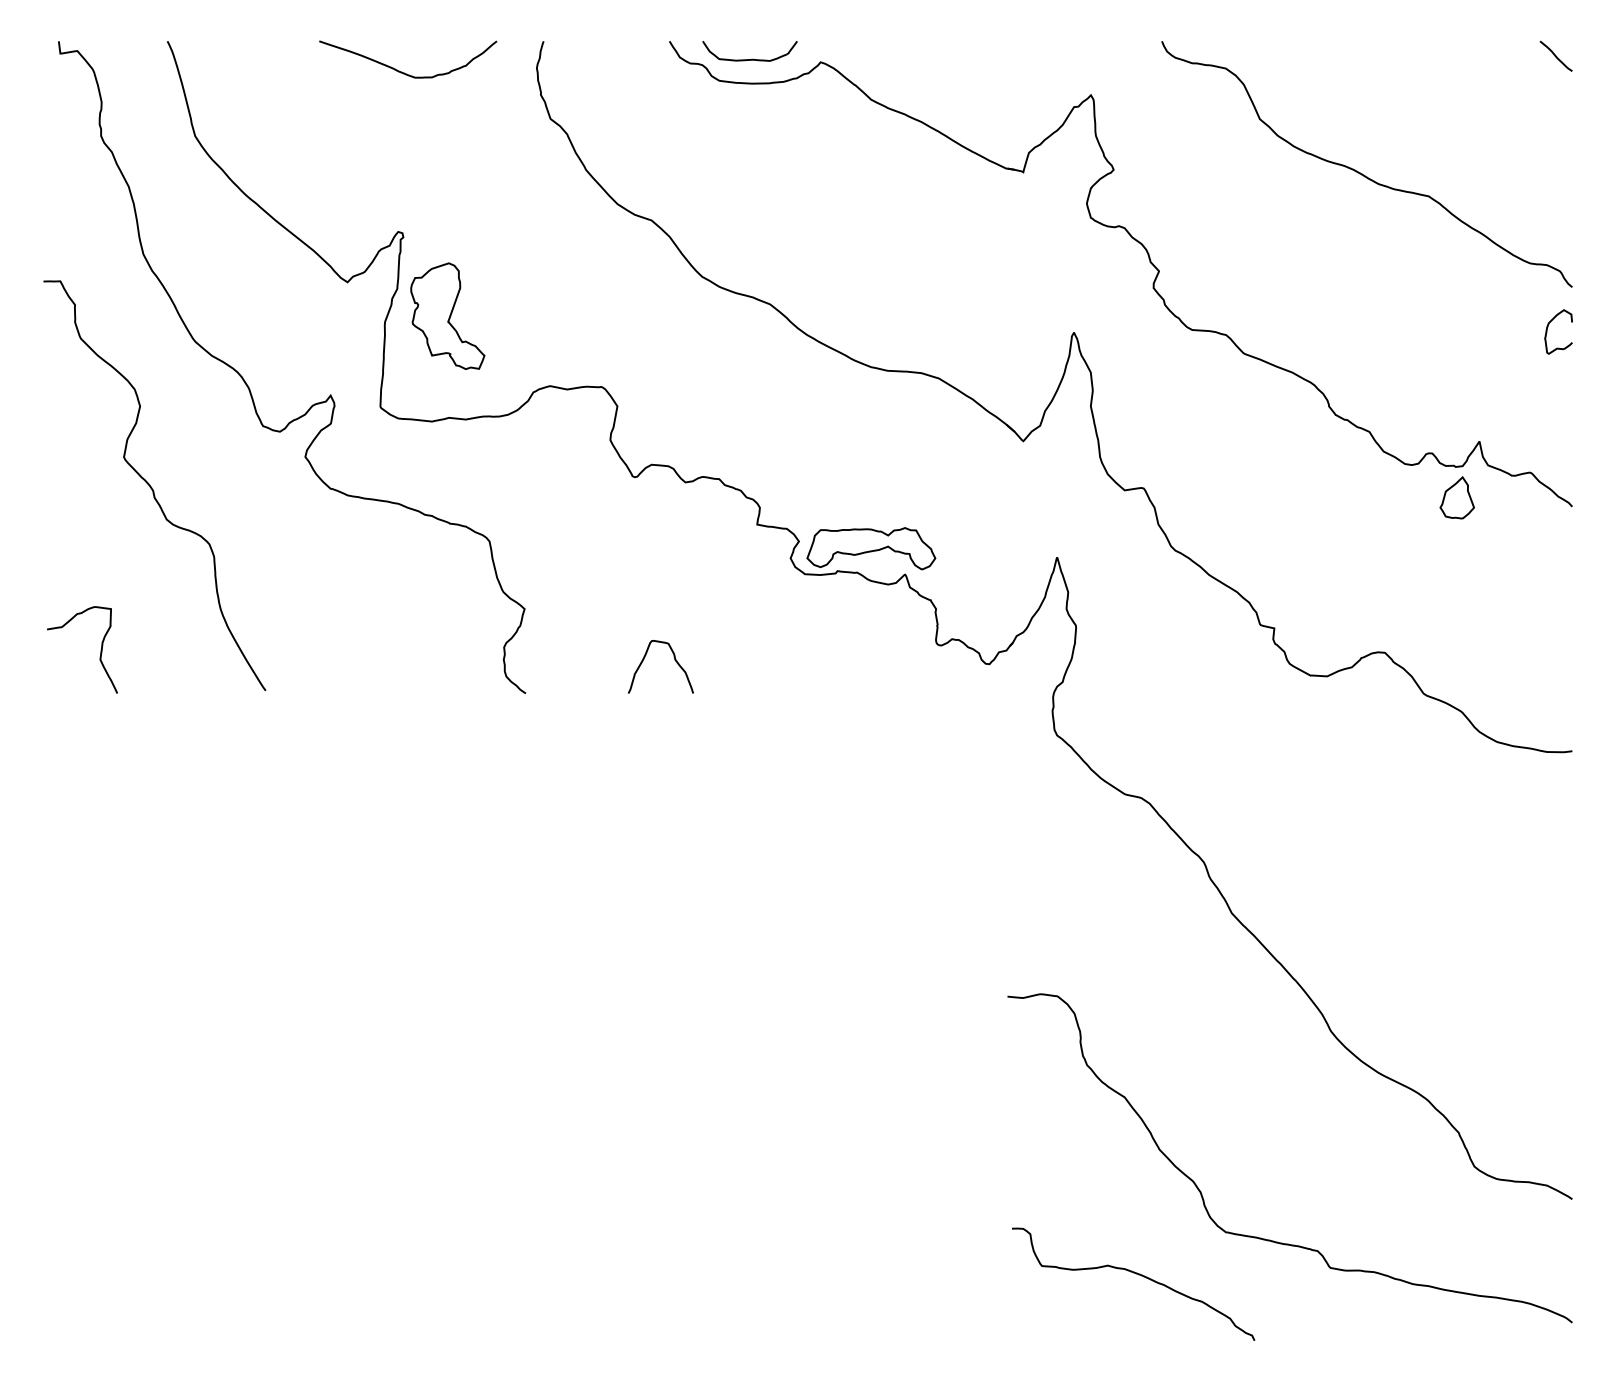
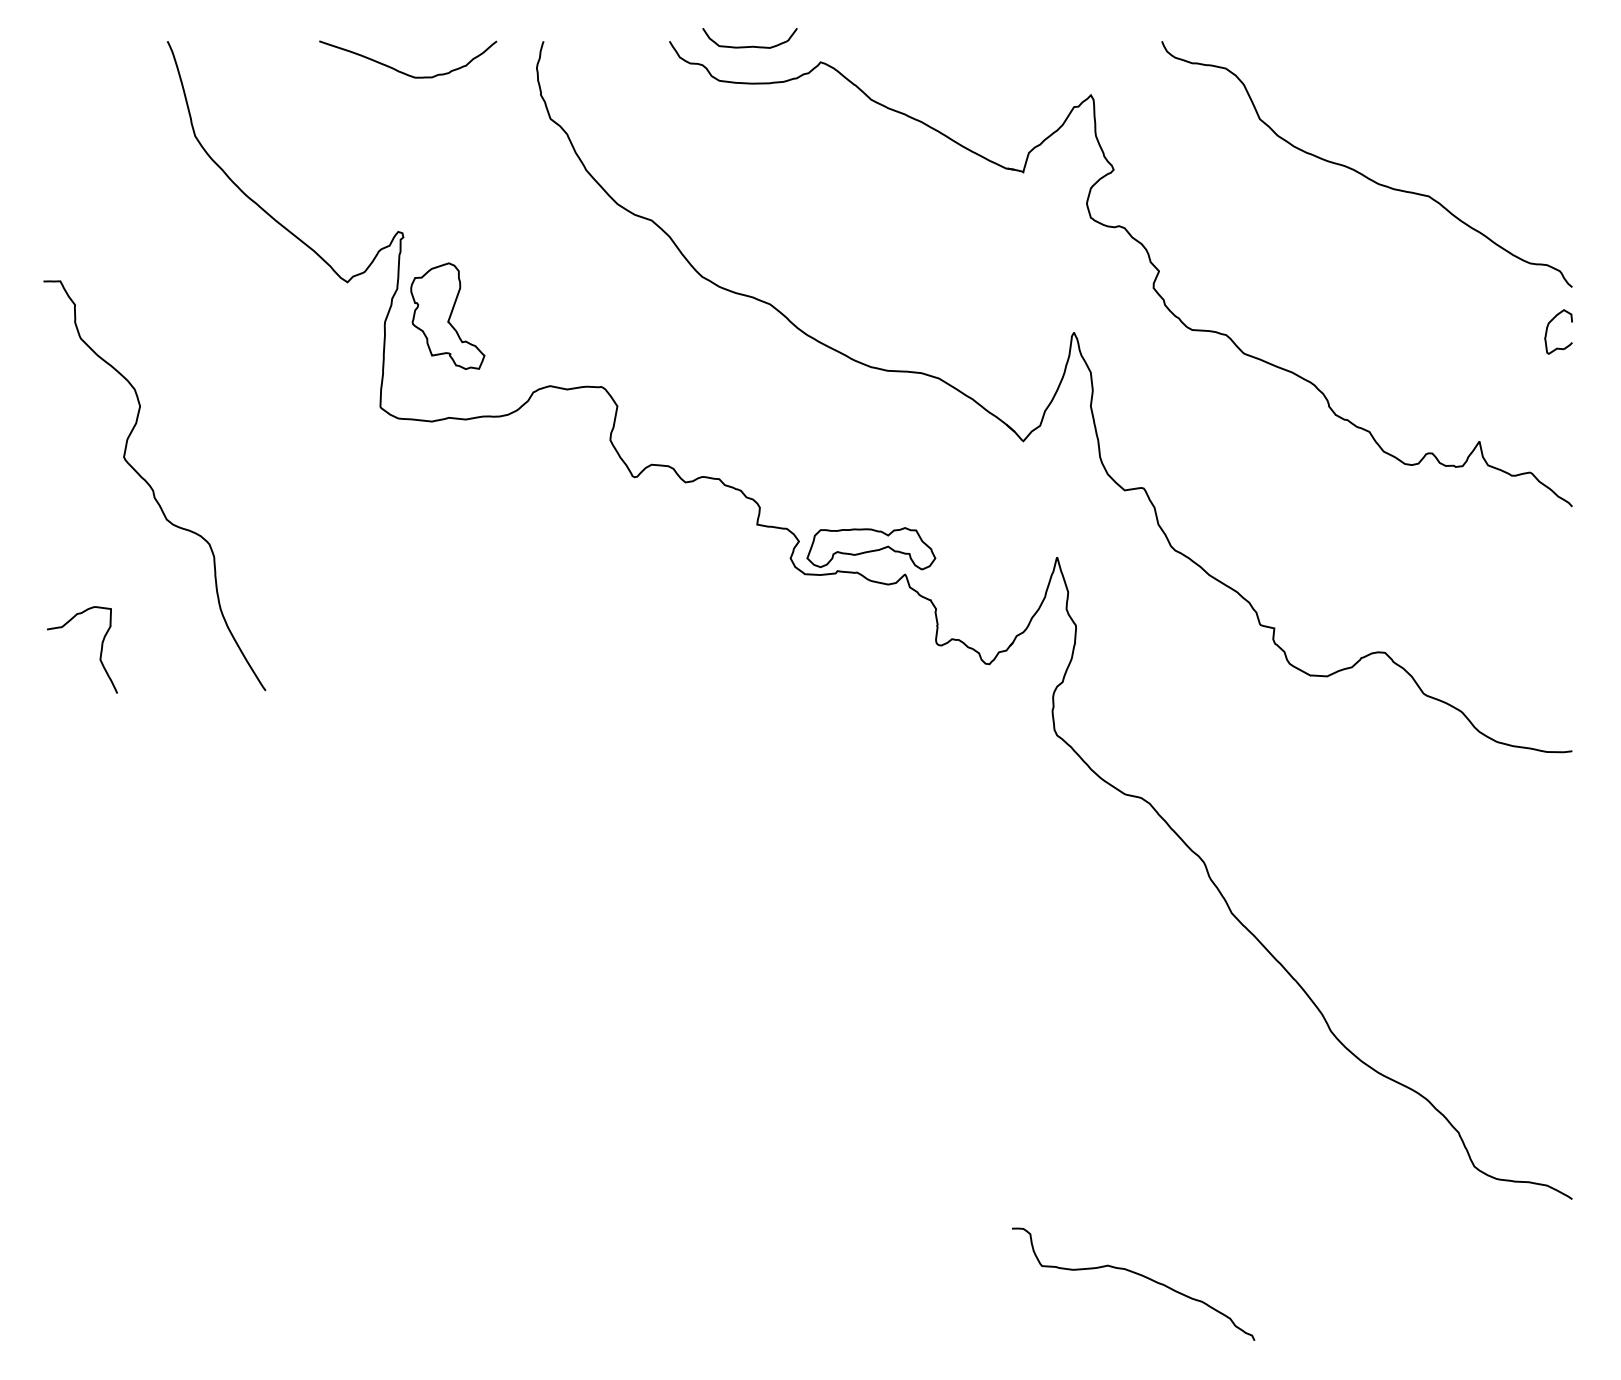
line at (1555, 55): present -> none
part at (752, 58) position: (752, 58) -> (752, 45)
curve at (312, 404): present -> none
part at (1456, 497): present -> none
curve at (674, 660): present -> none
curve at (1270, 1239): present -> none
